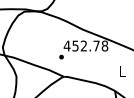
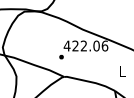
text at (90, 45): 452.78 -> 422.06
